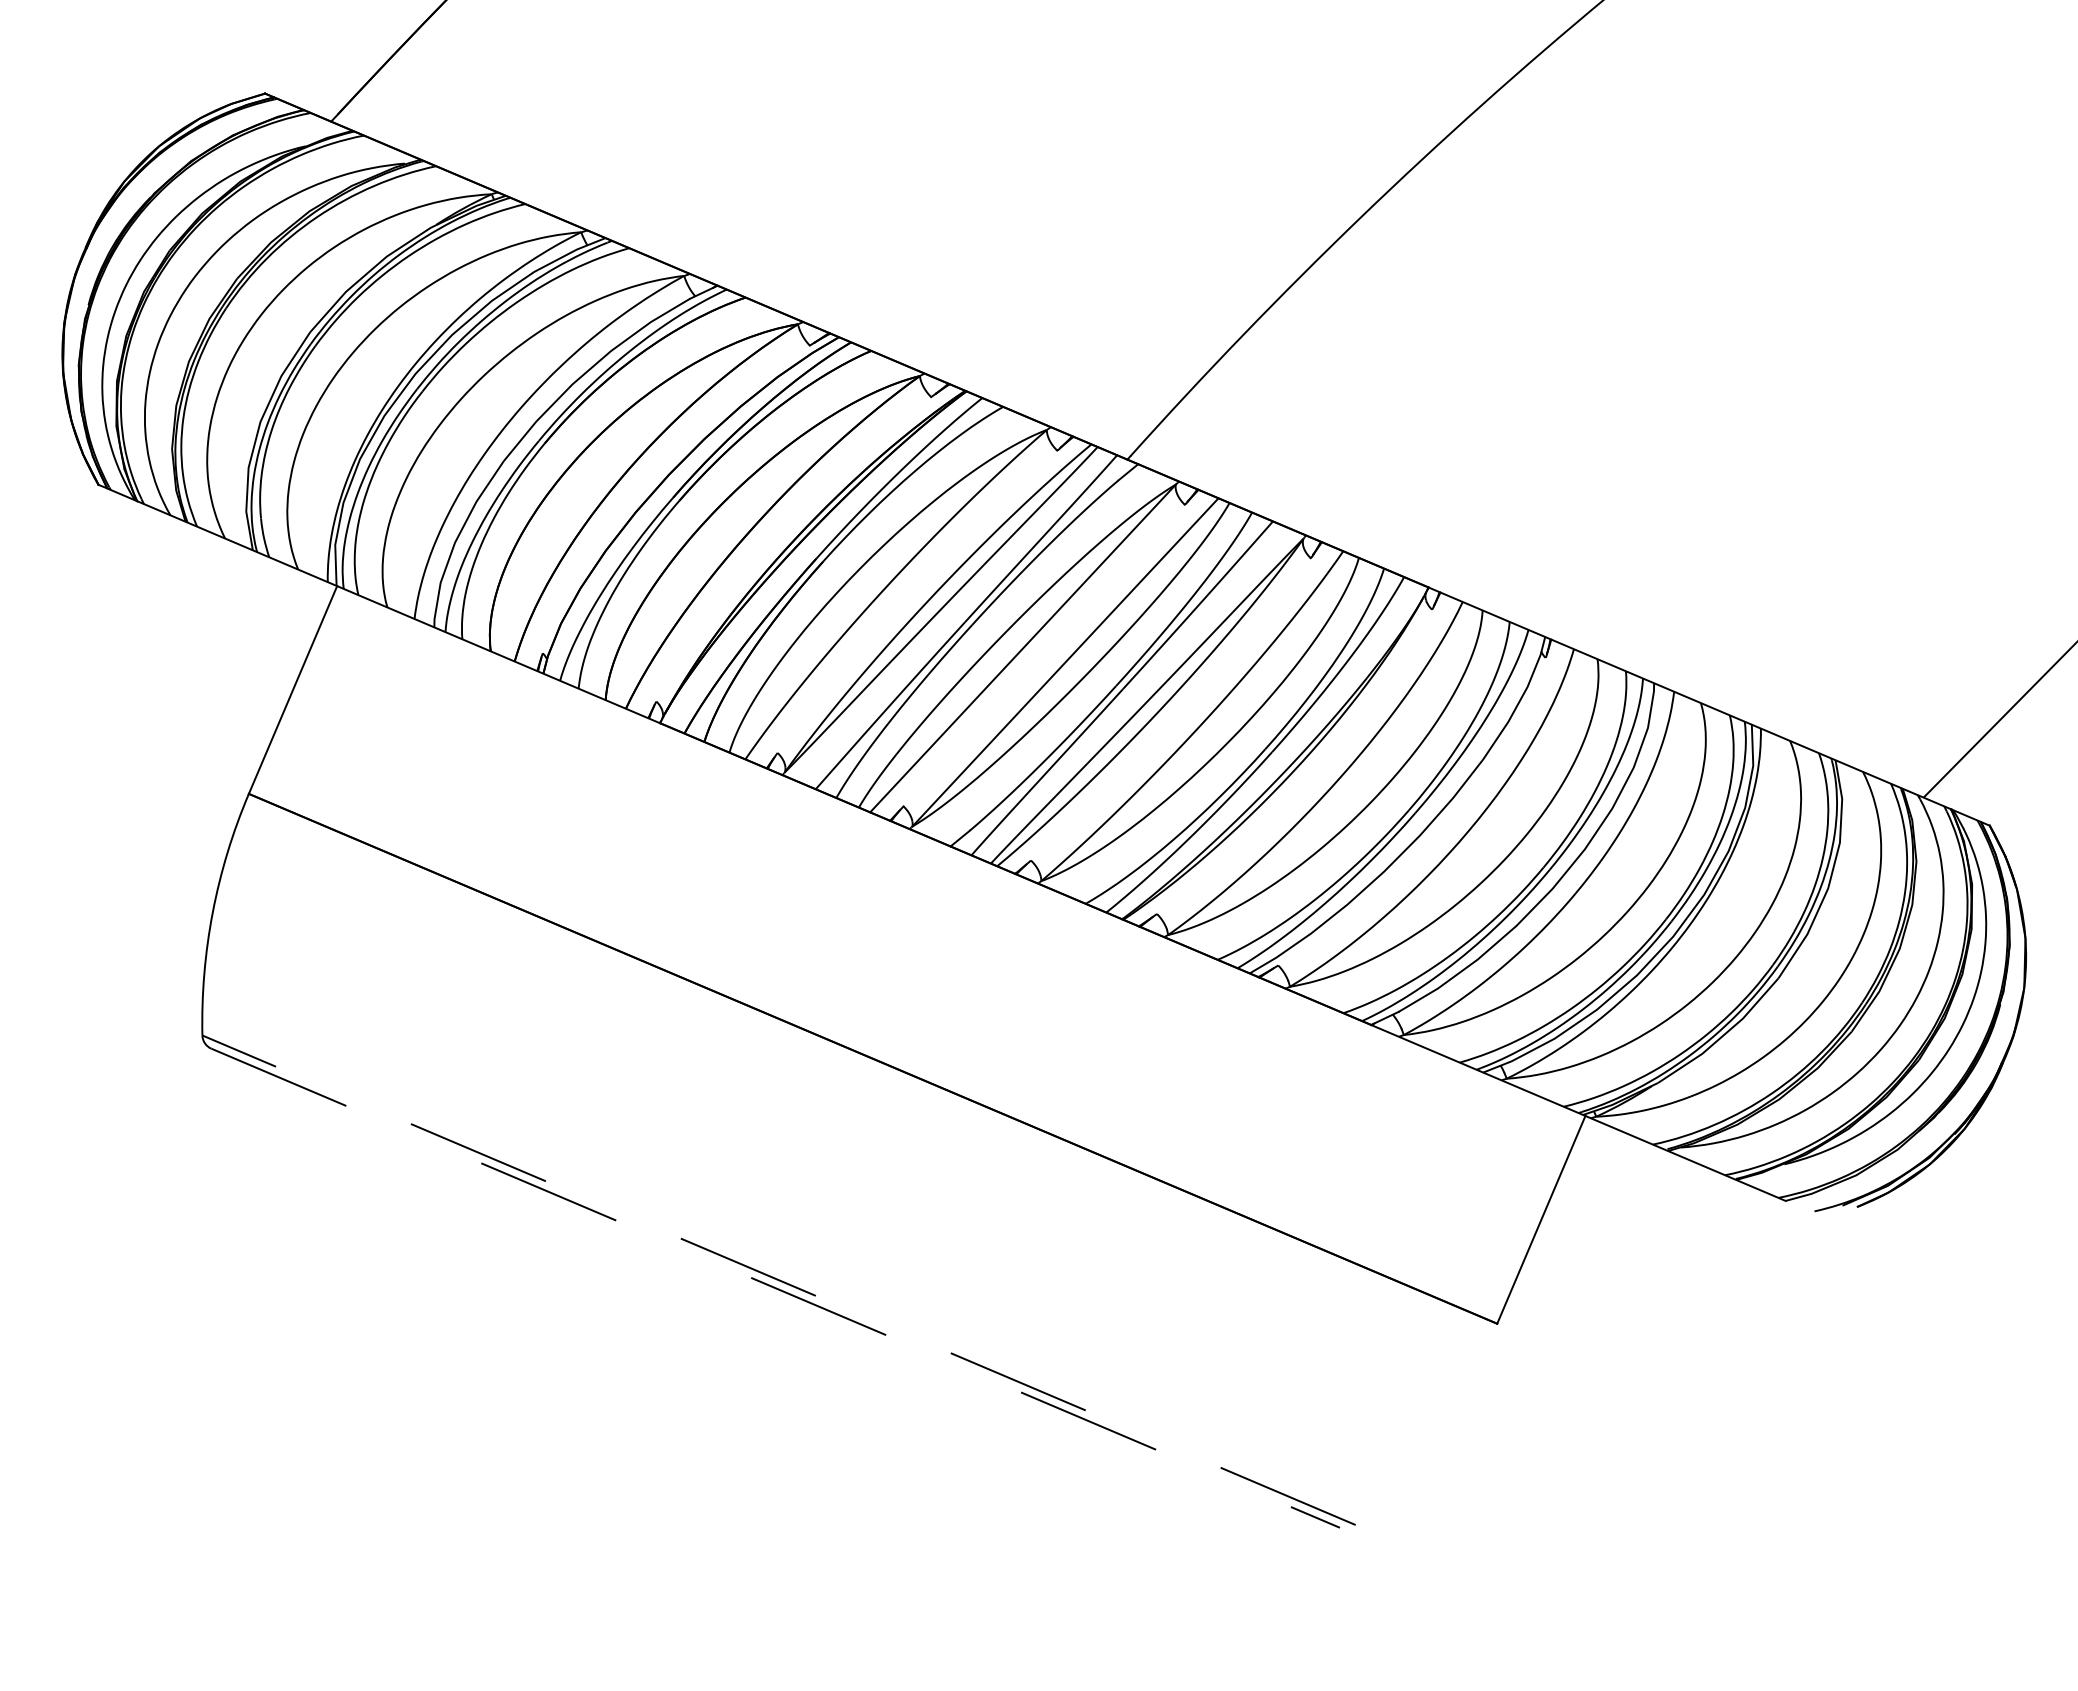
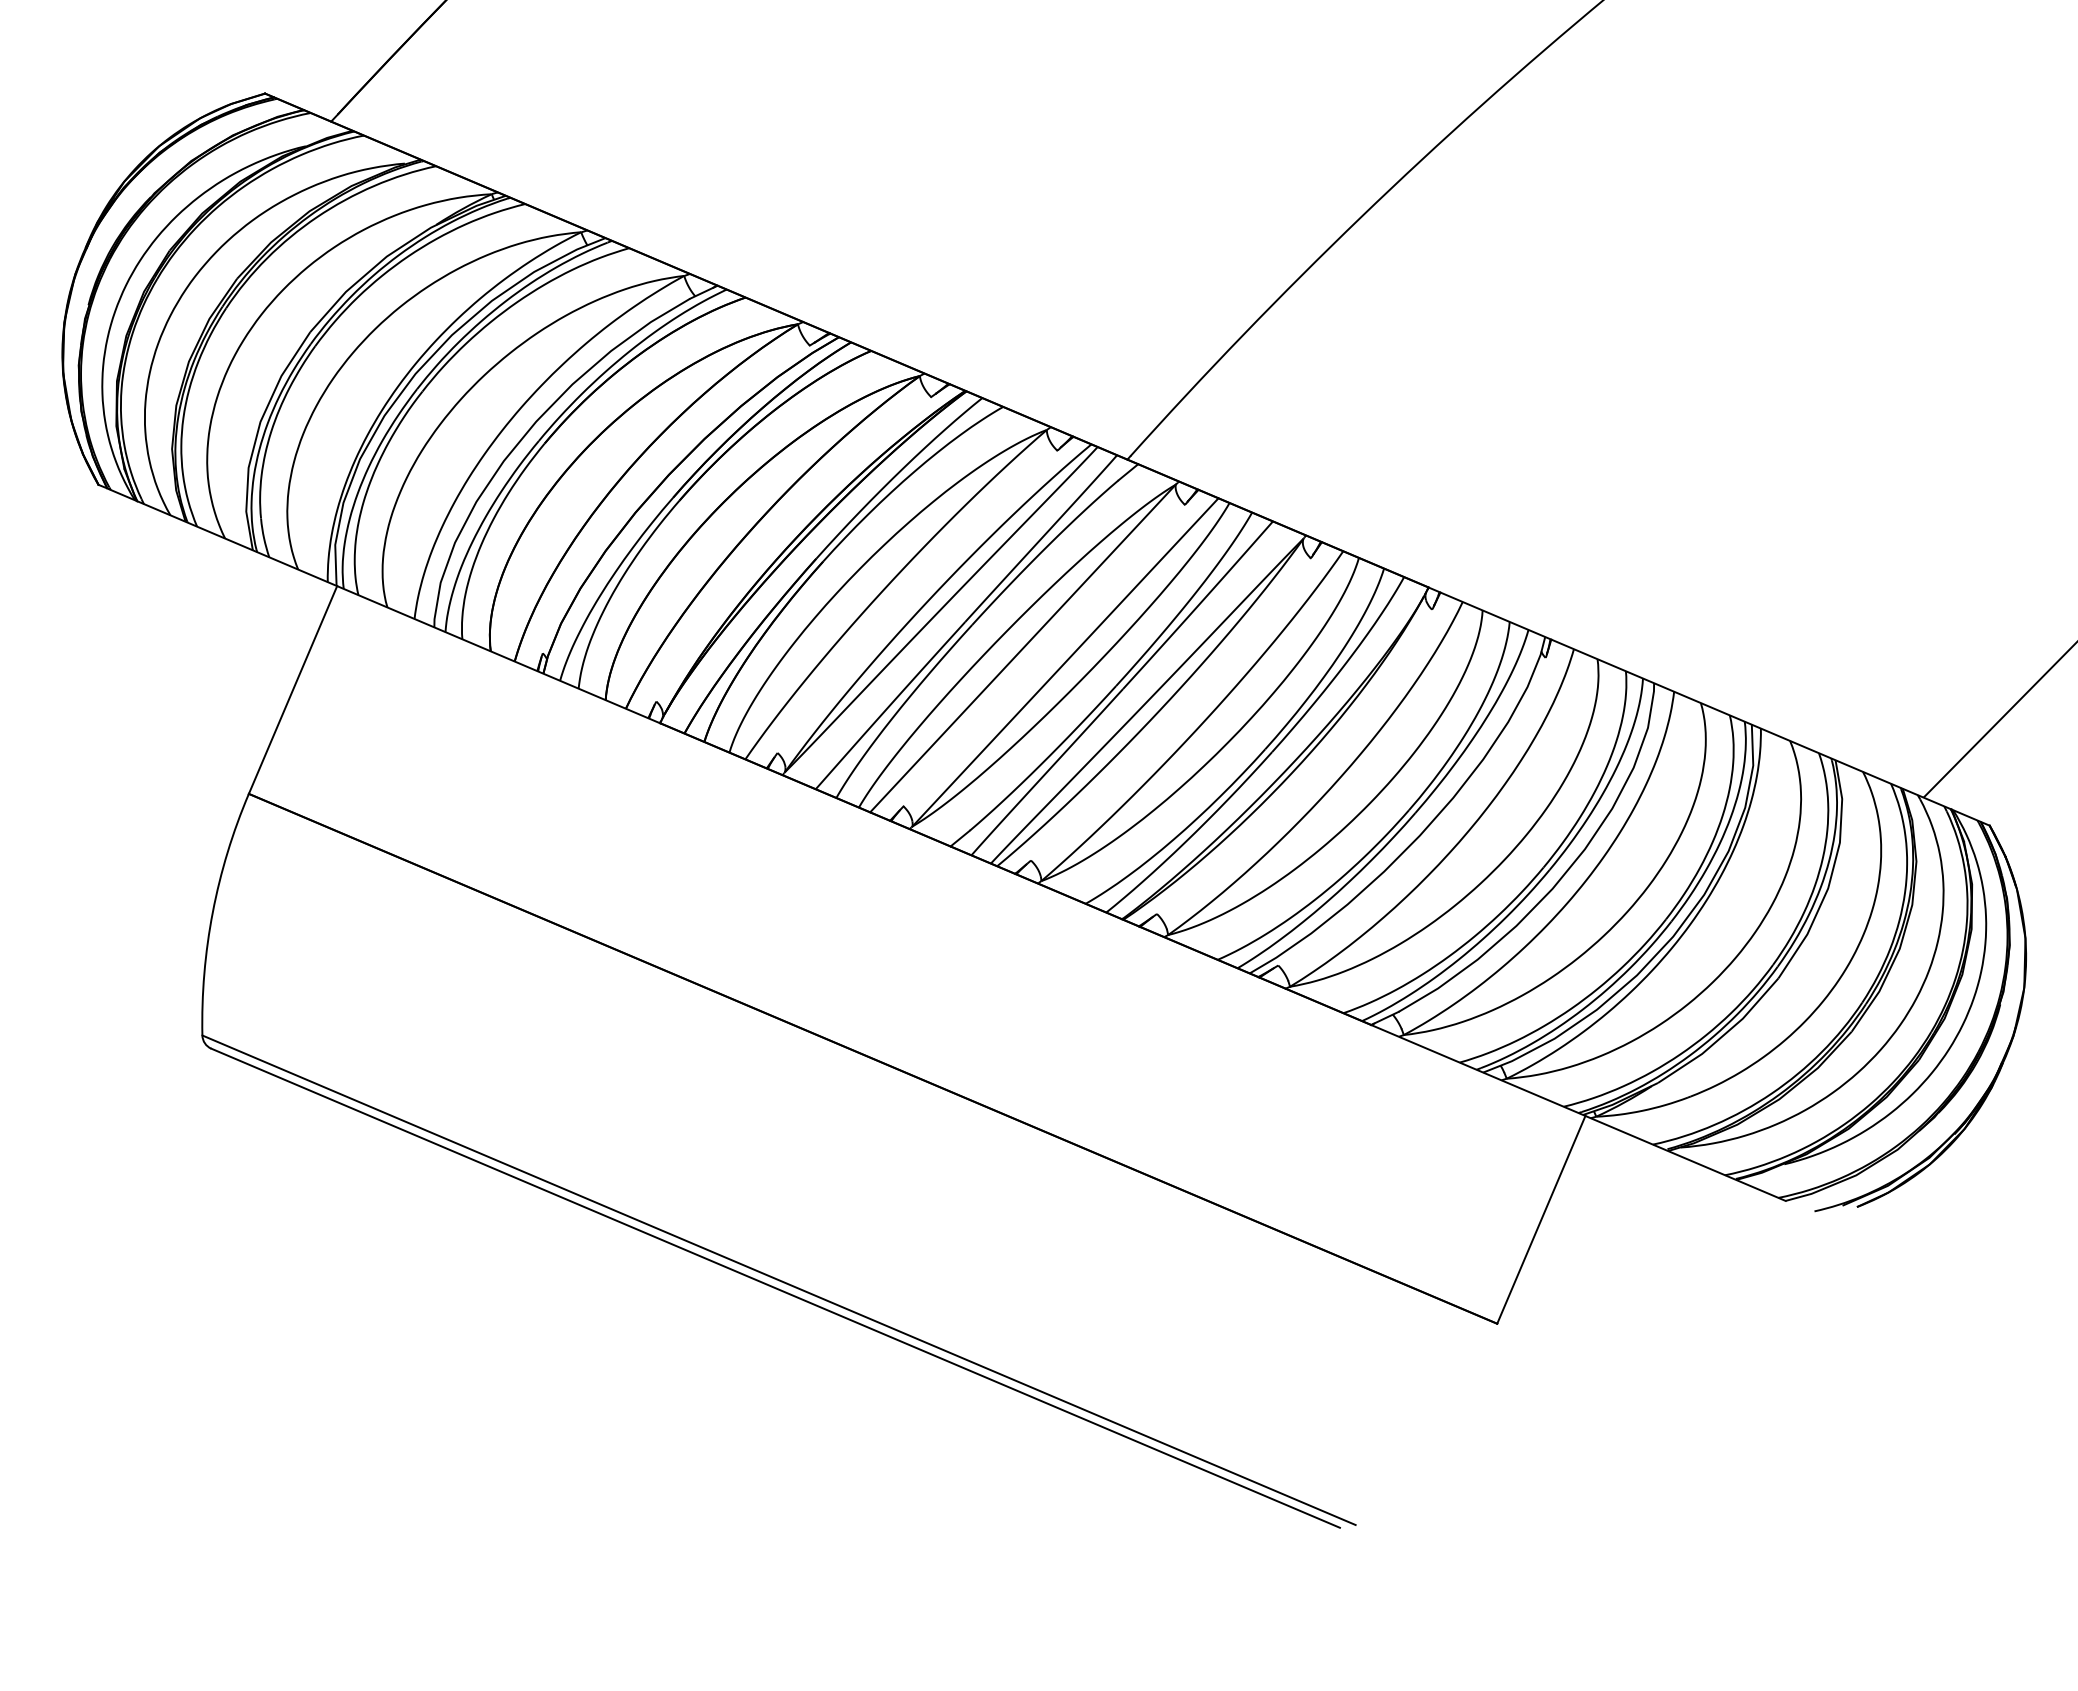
line at (778, 1280): dashed -> solid
line at (776, 1288): dashed -> solid
